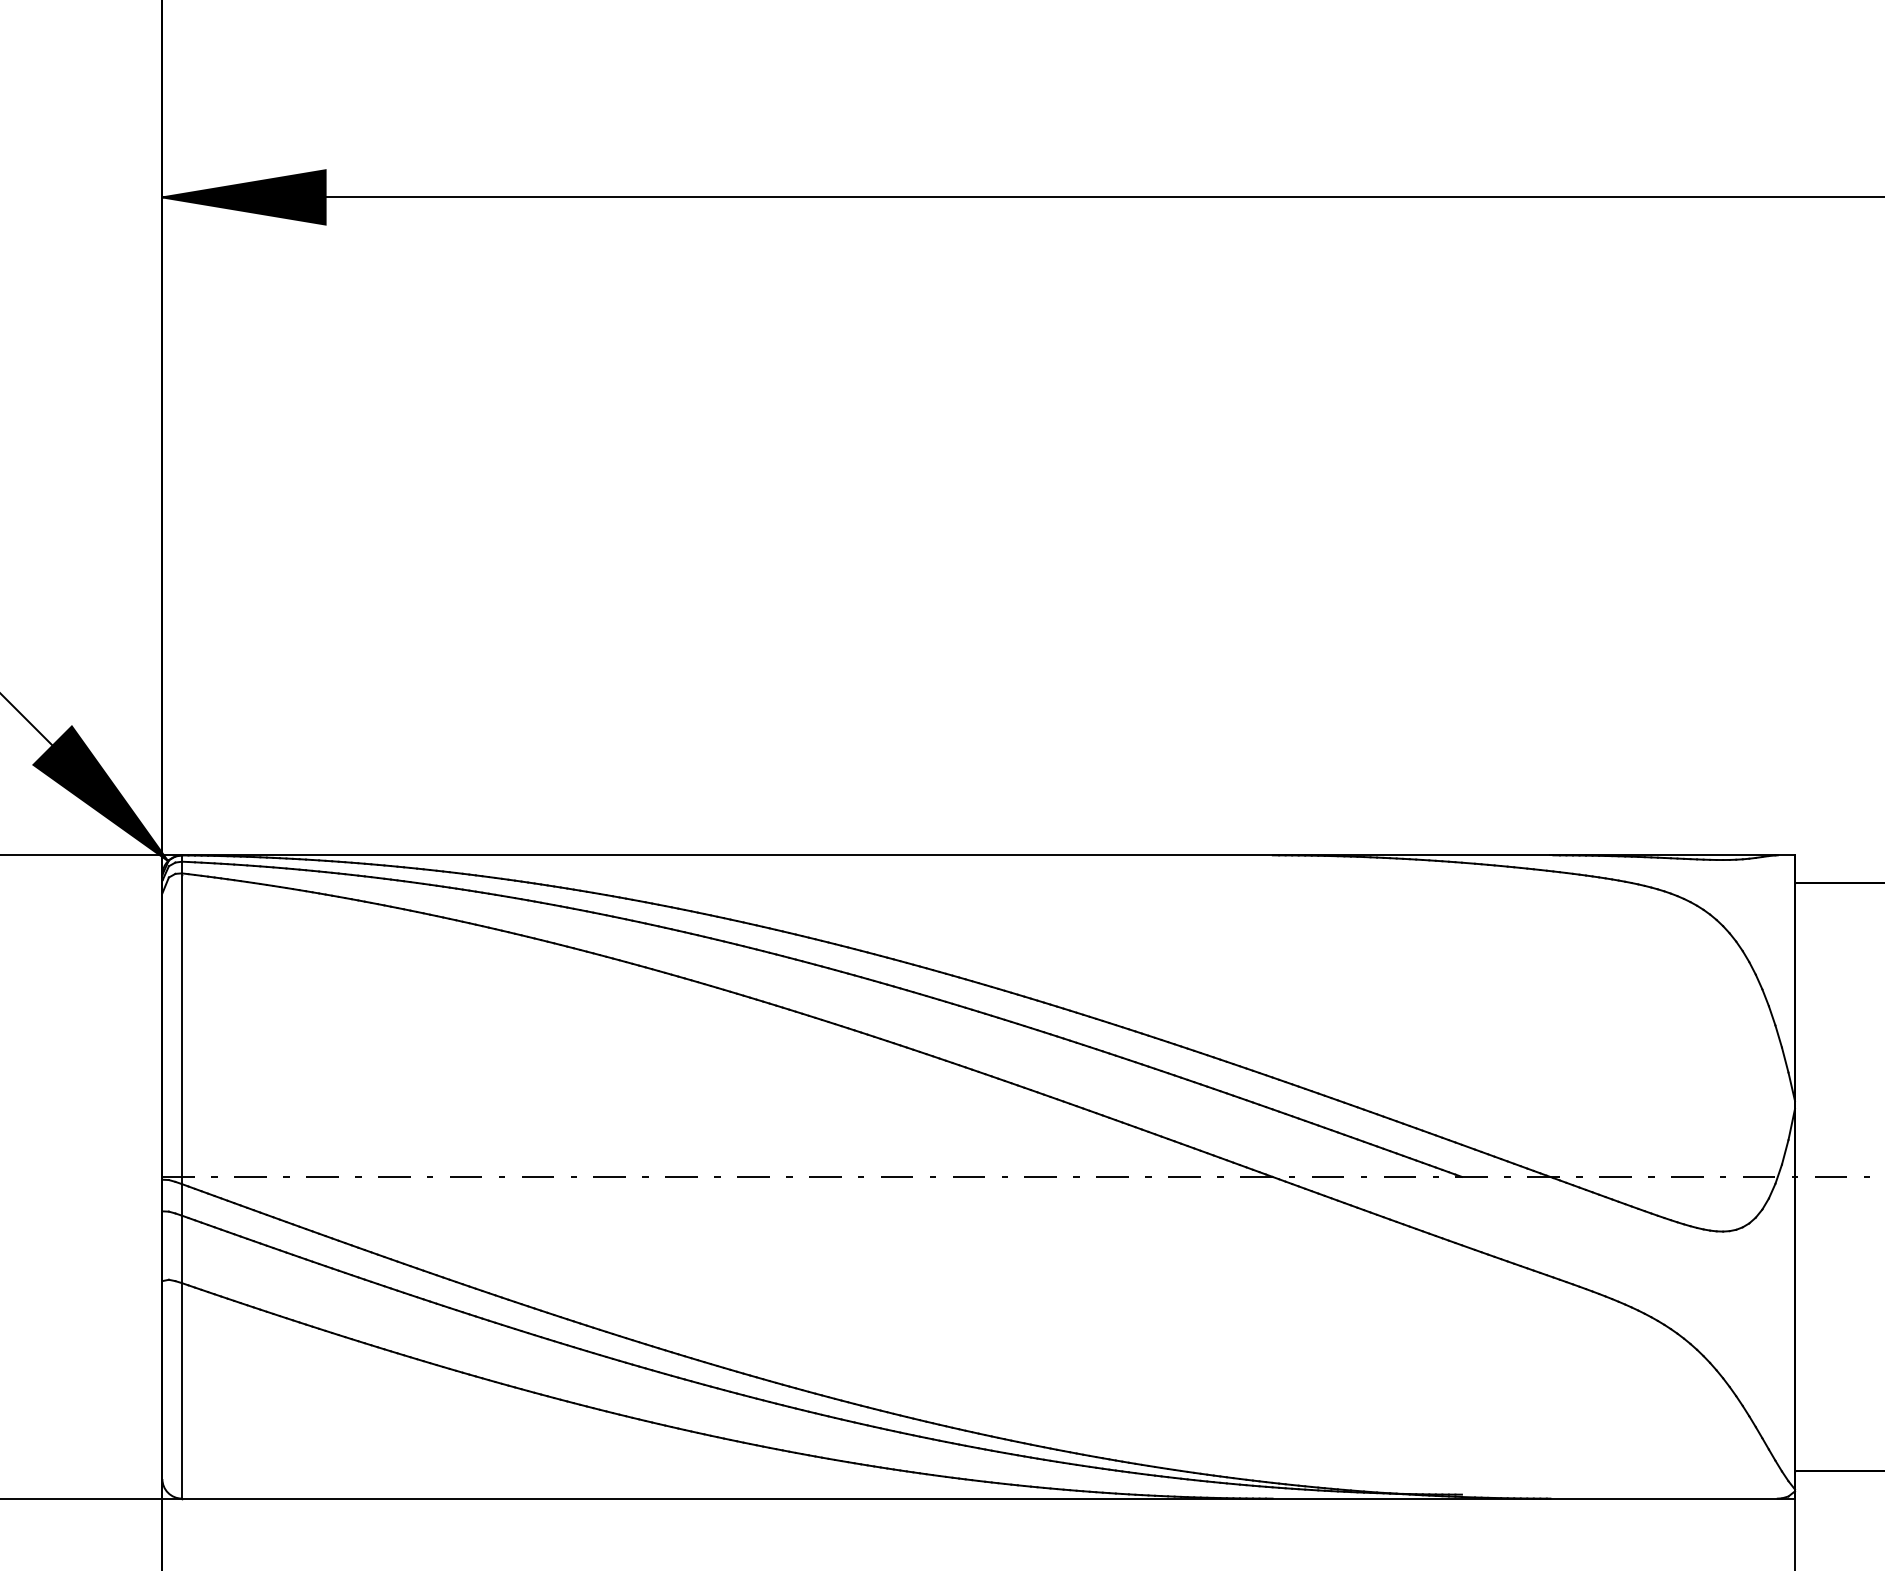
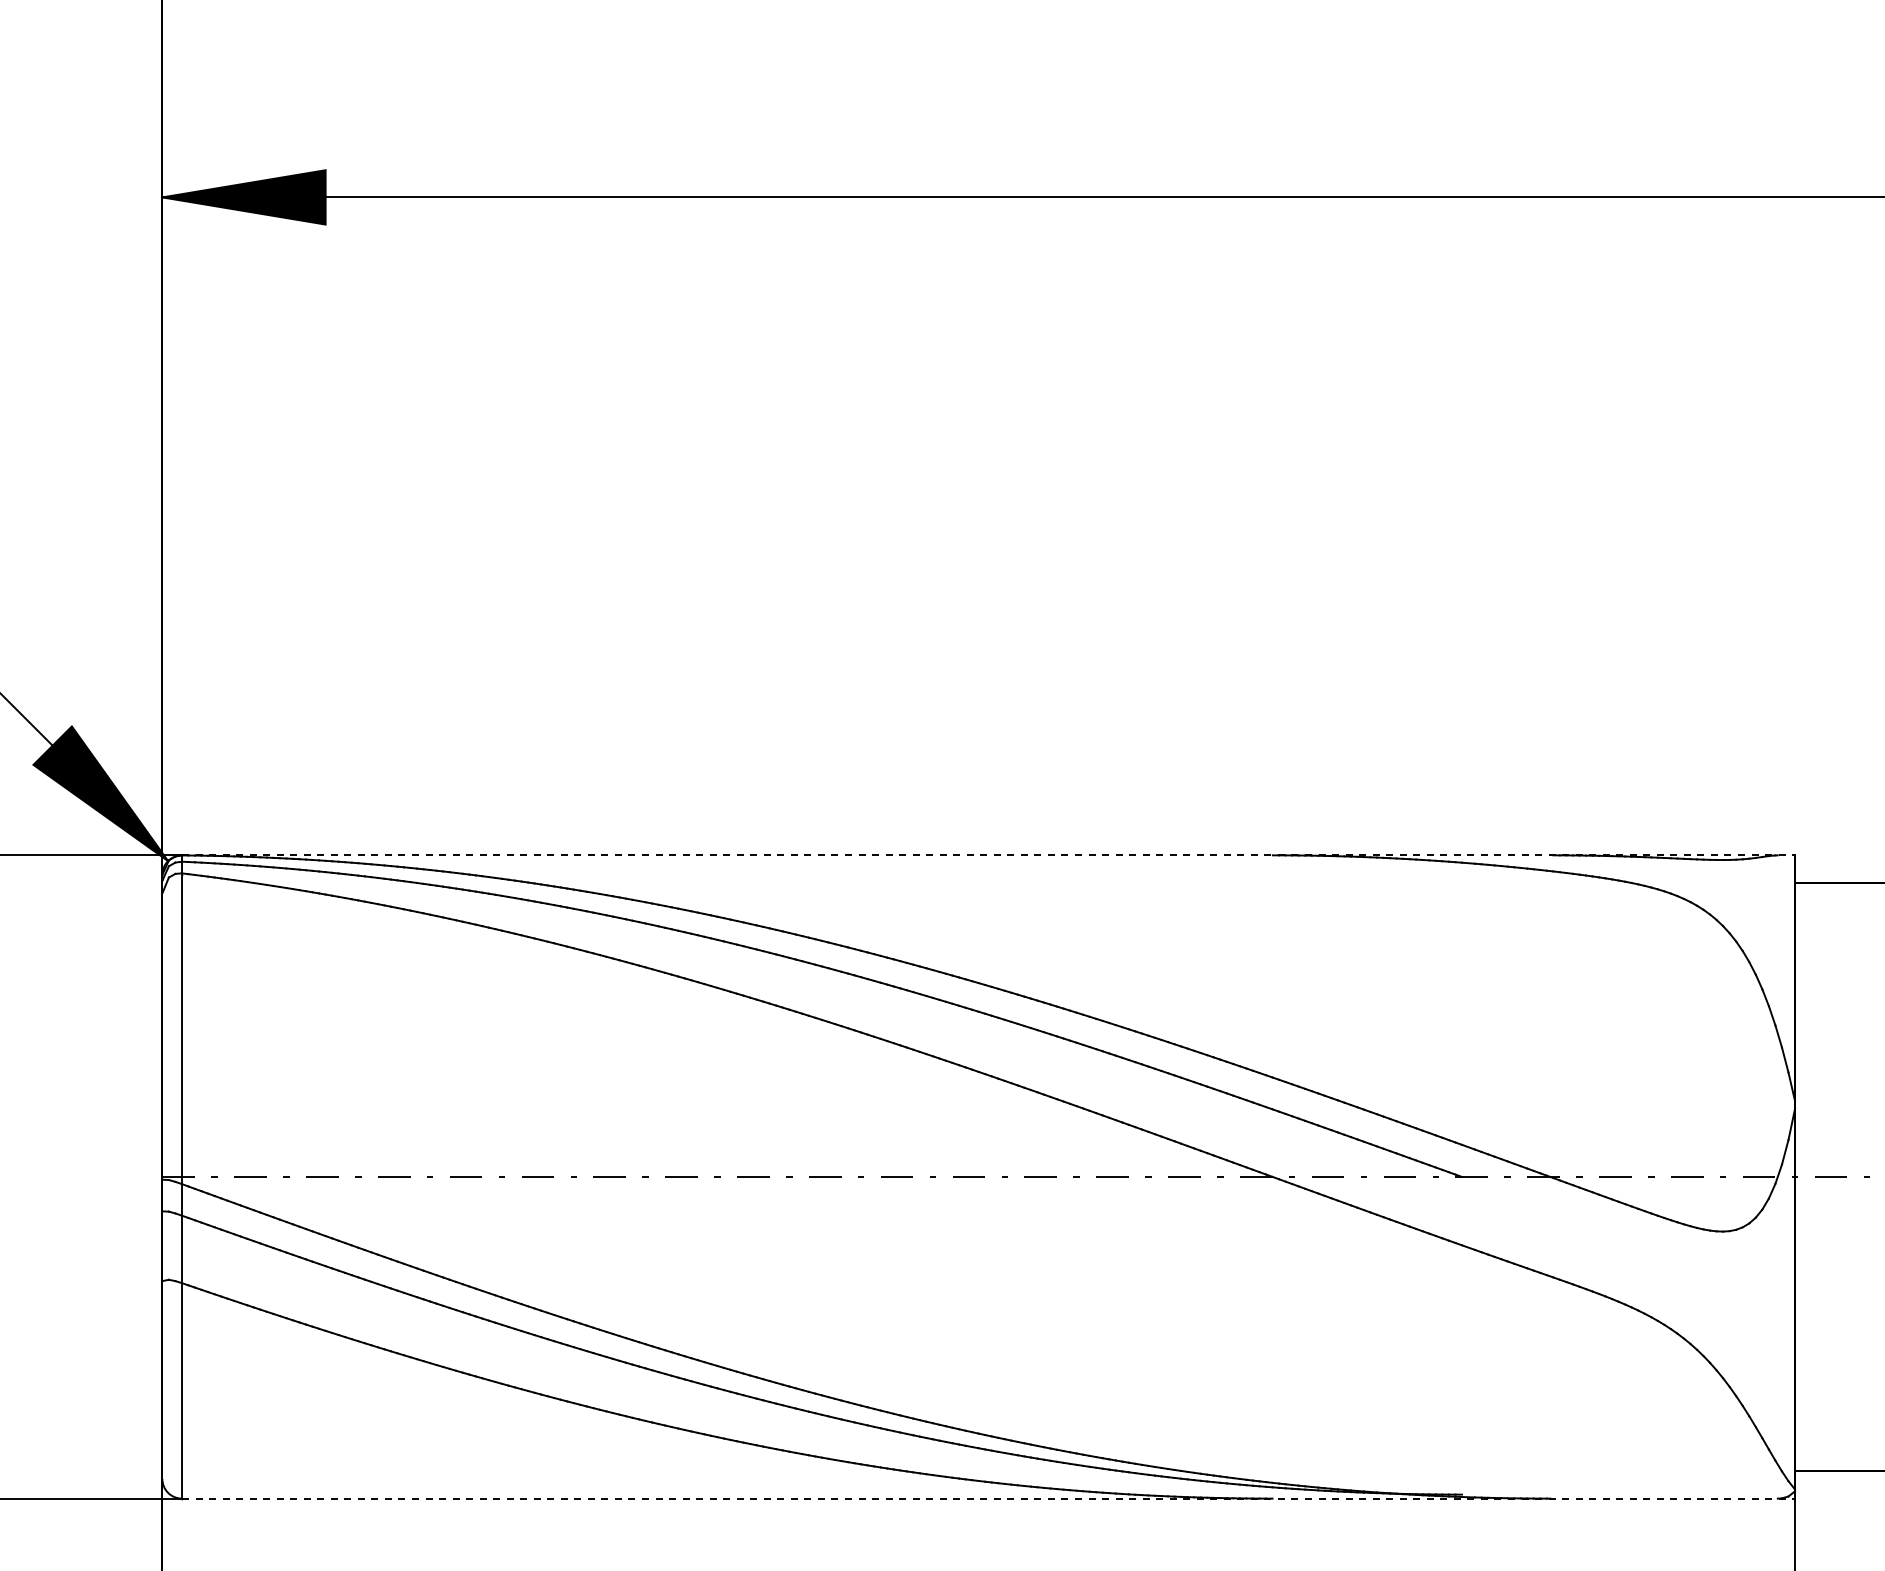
line at (988, 855): solid -> dashed
line at (988, 1498): solid -> dashed
